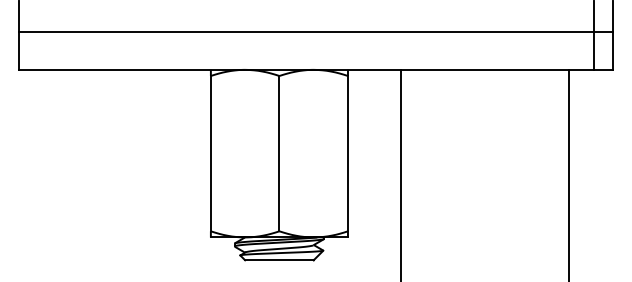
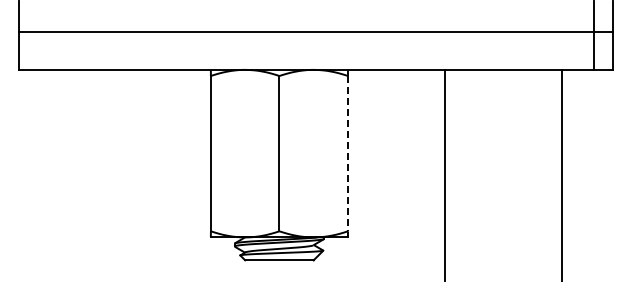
line at (347, 153): solid -> dashed
line at (401, 173) position: (401, 173) -> (445, 173)
line at (568, 173) position: (568, 173) -> (561, 173)
